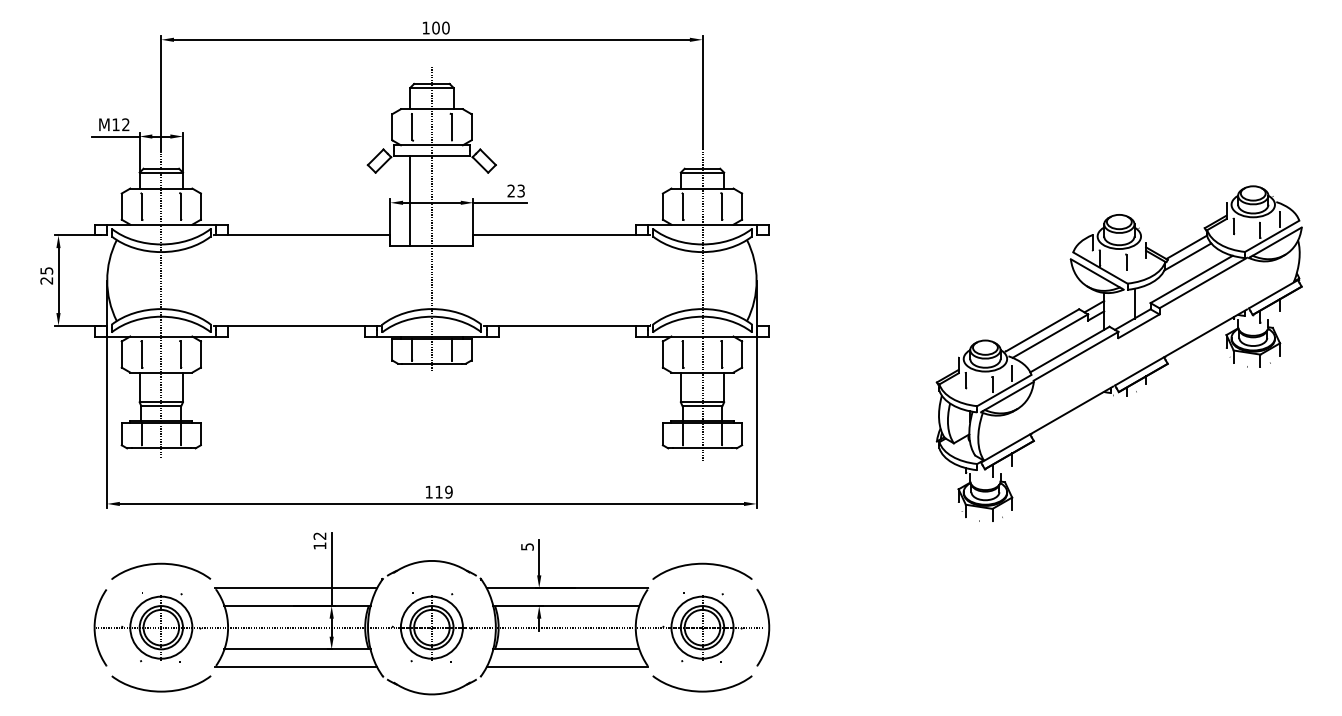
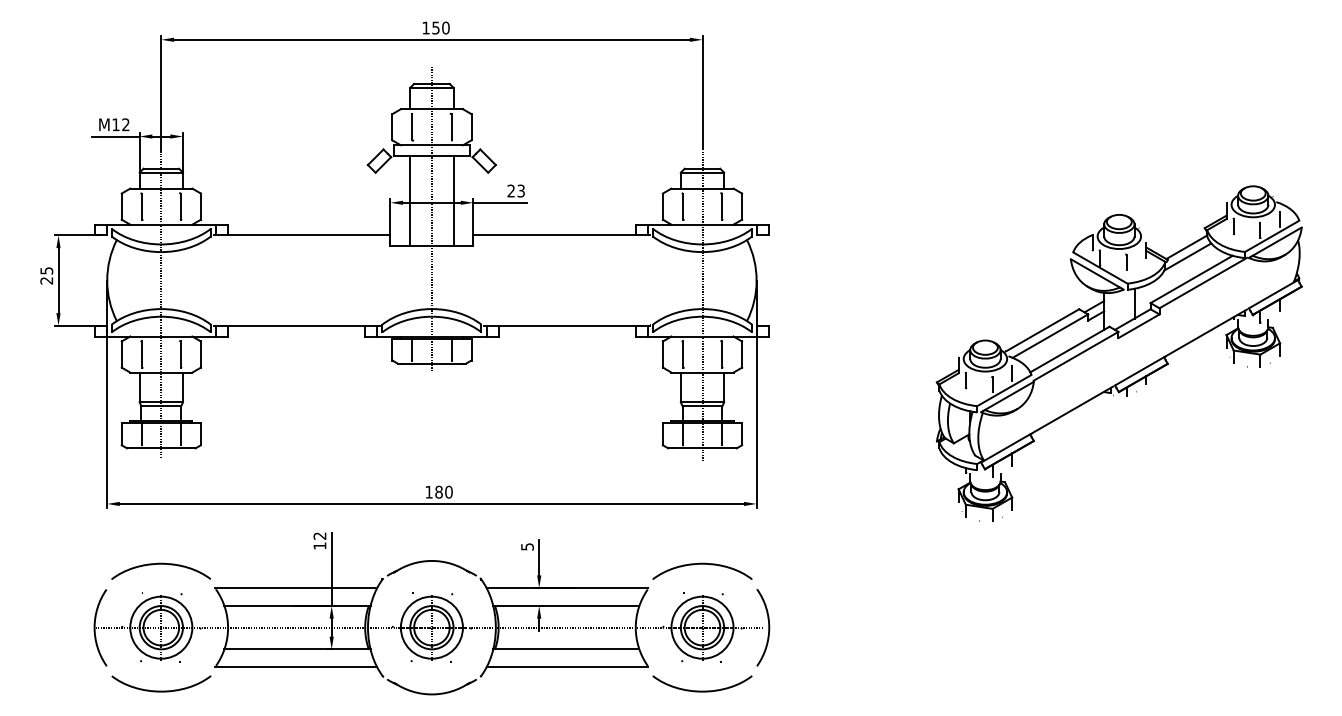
text at (435, 27): 100 -> 150
line at (453, 201): none -> present
text at (443, 491): 119 -> 180
